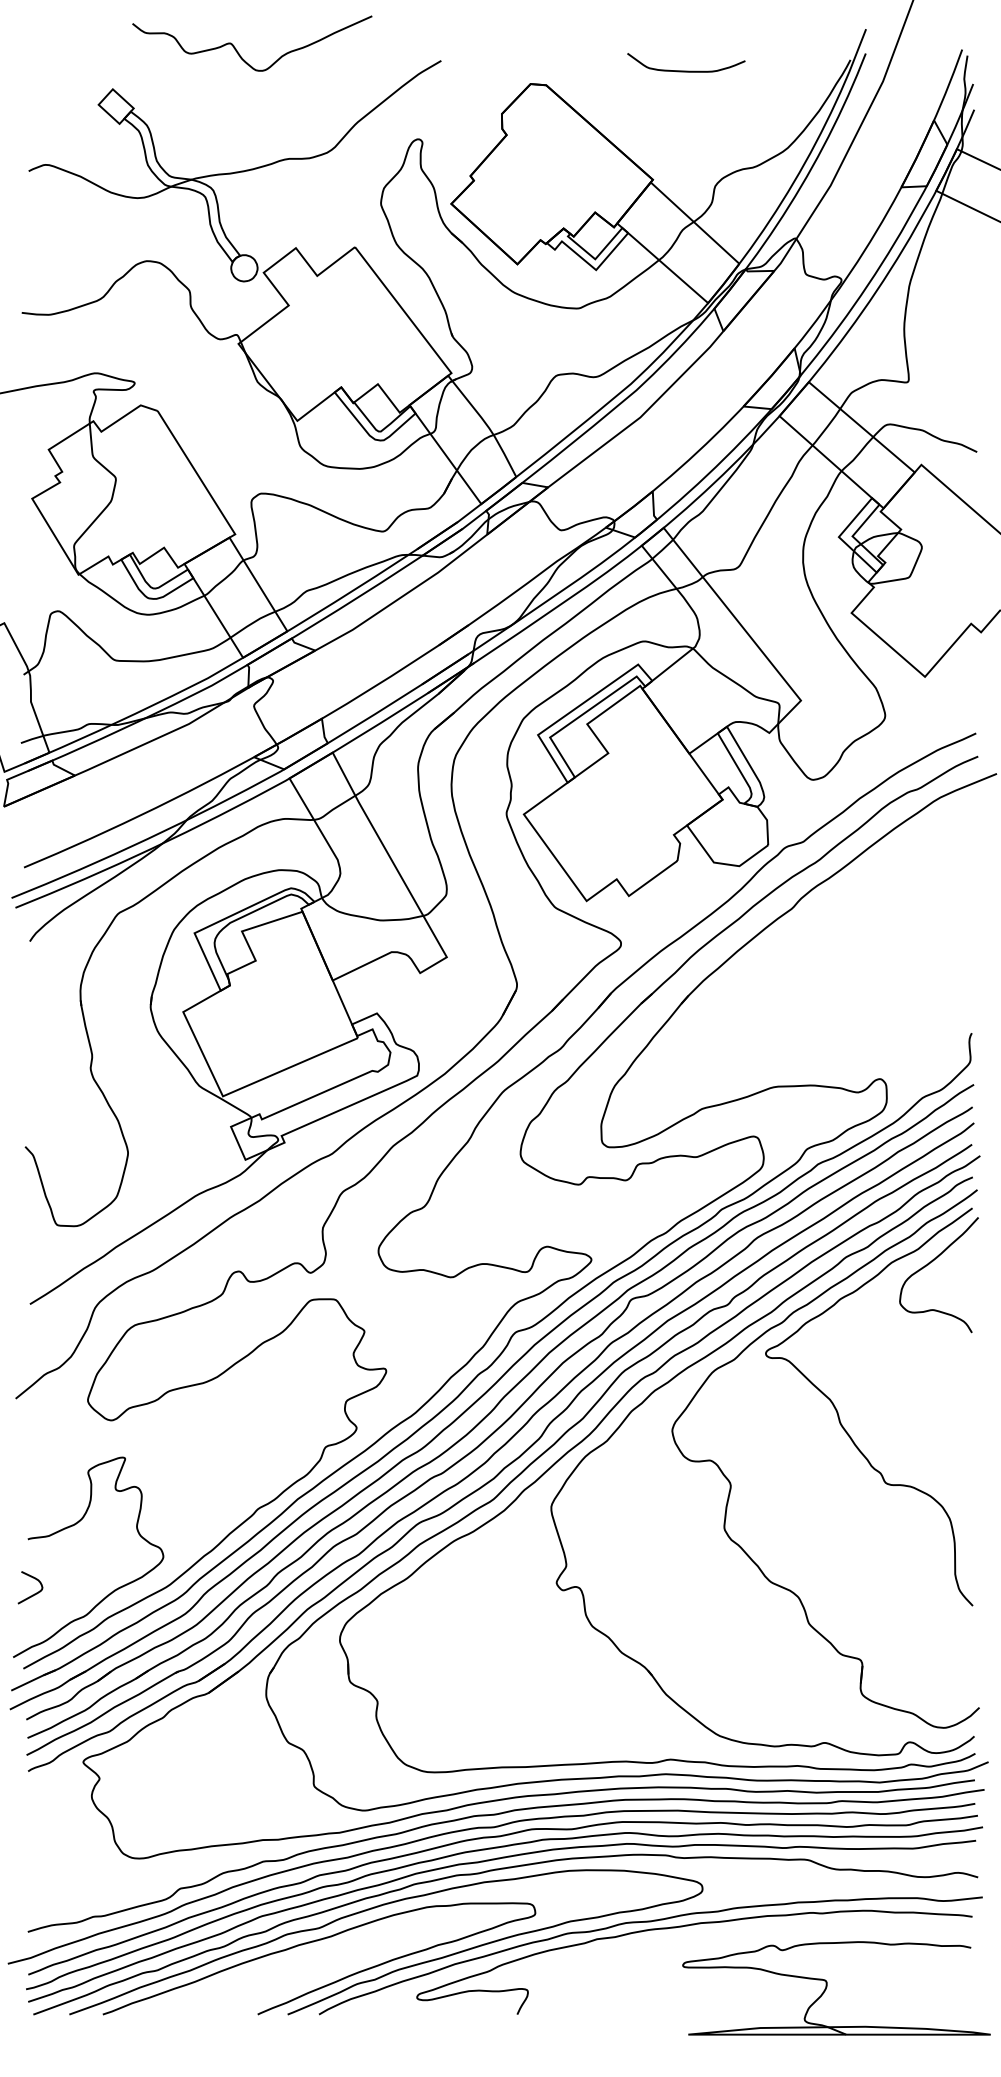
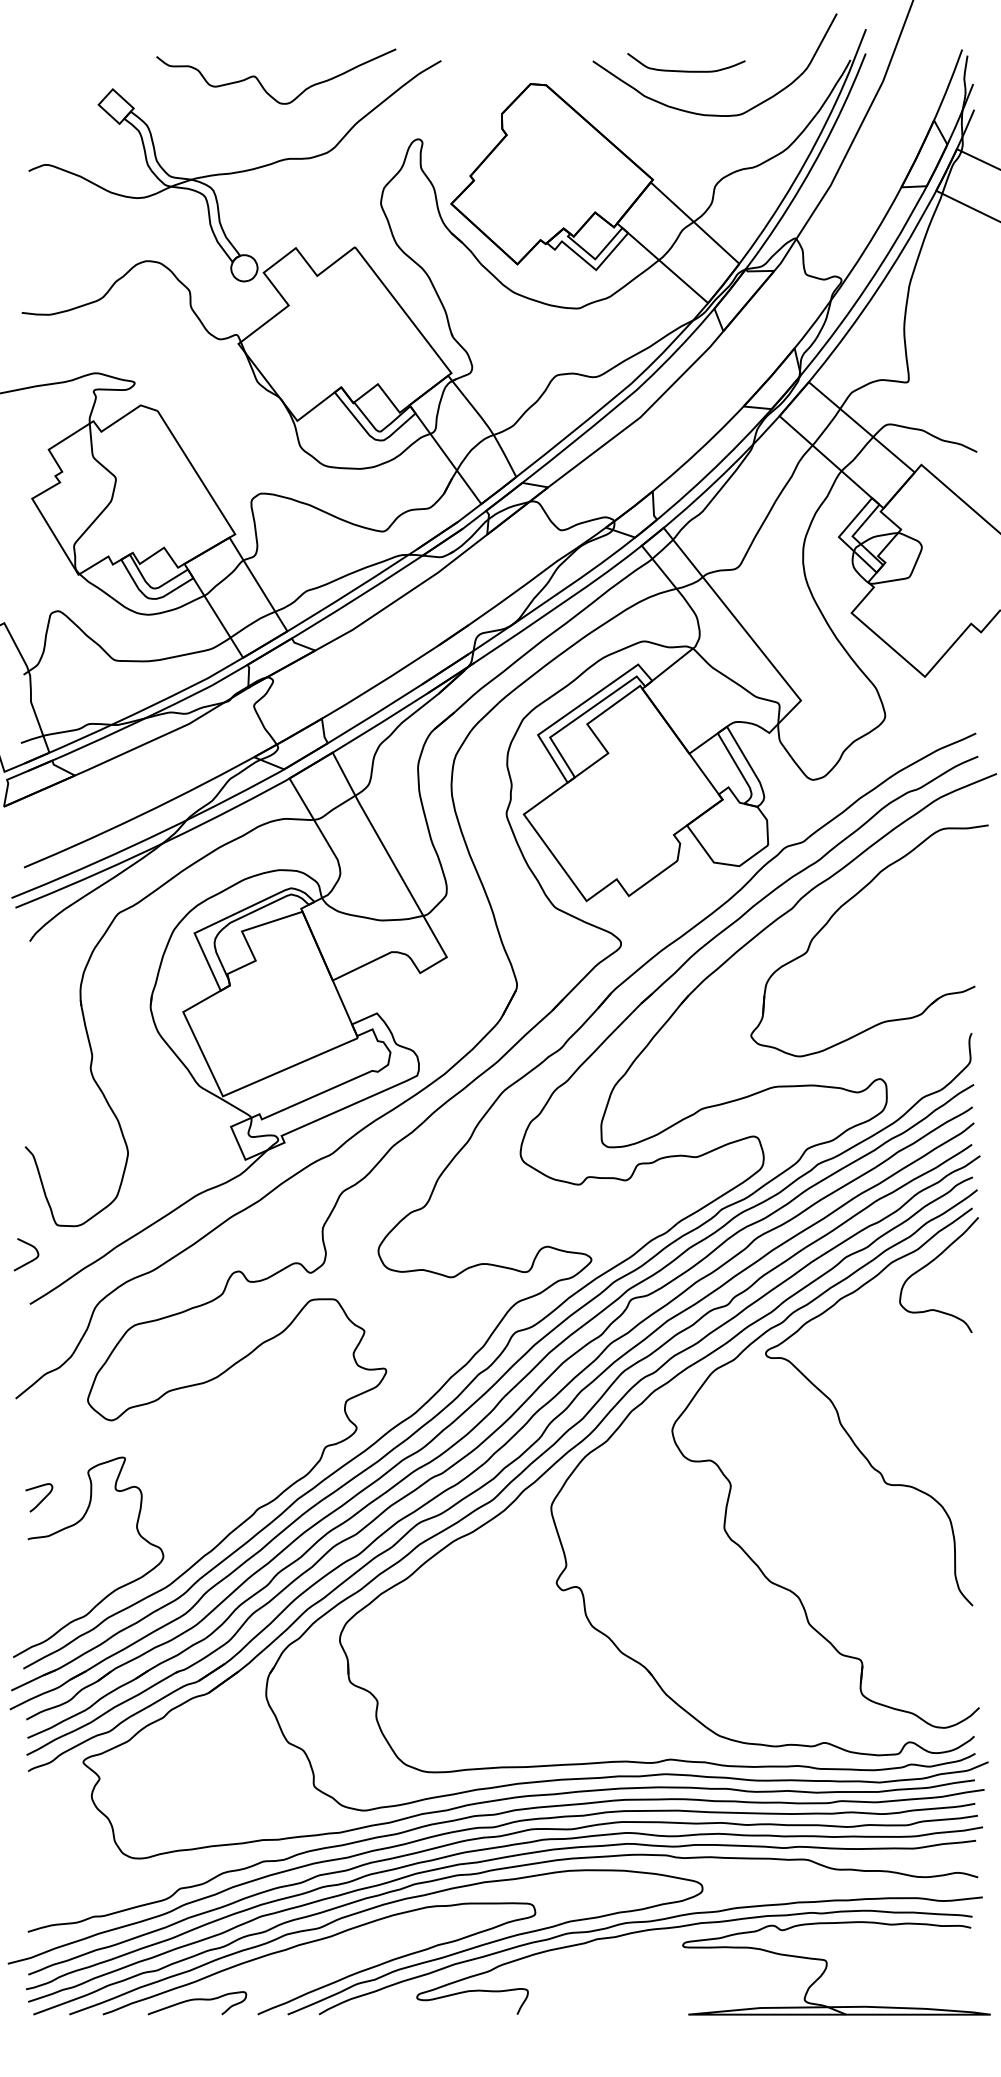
curve at (238, 51) position: (238, 51) -> (262, 84)
curve at (714, 114): none -> present
part at (844, 905): none -> present
curve at (42, 1499): none -> present
curve at (34, 1593) position: (34, 1593) -> (30, 1260)
part at (827, 1987) position: (827, 1987) -> (827, 1967)
curve at (197, 2000): none -> present
